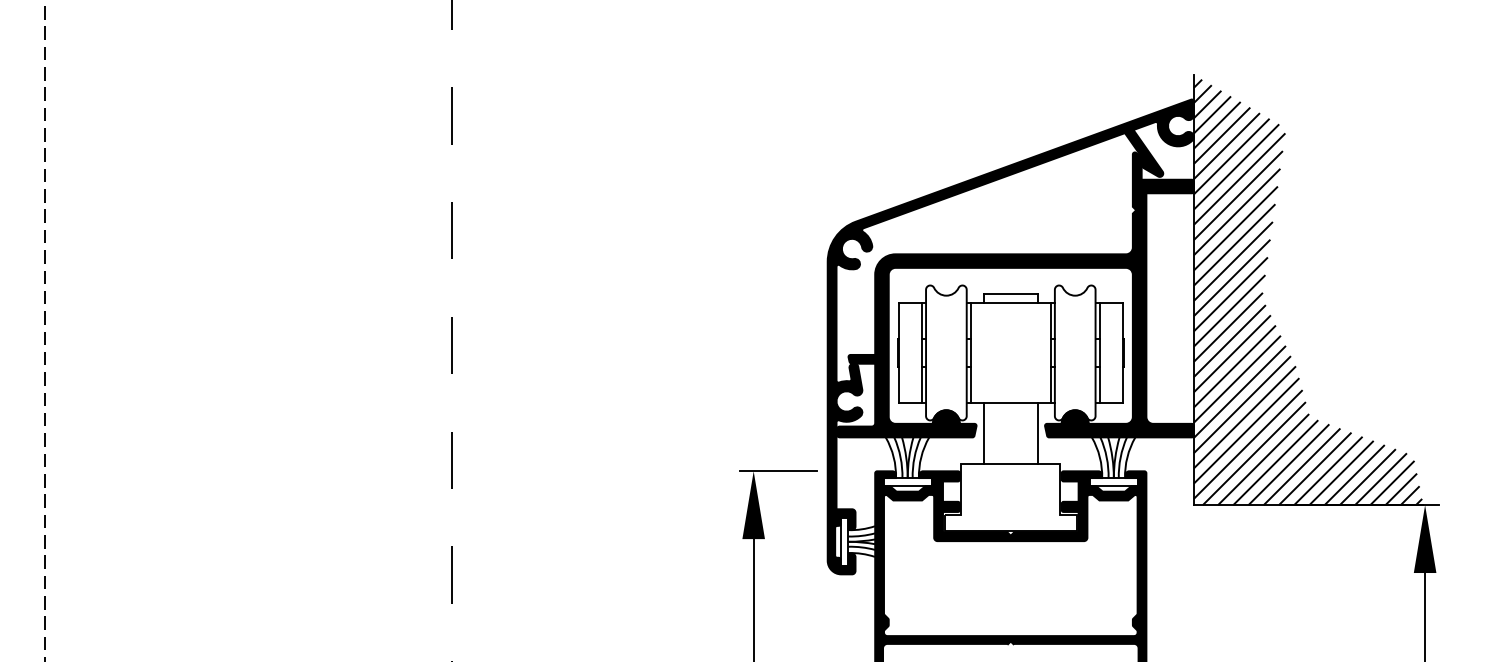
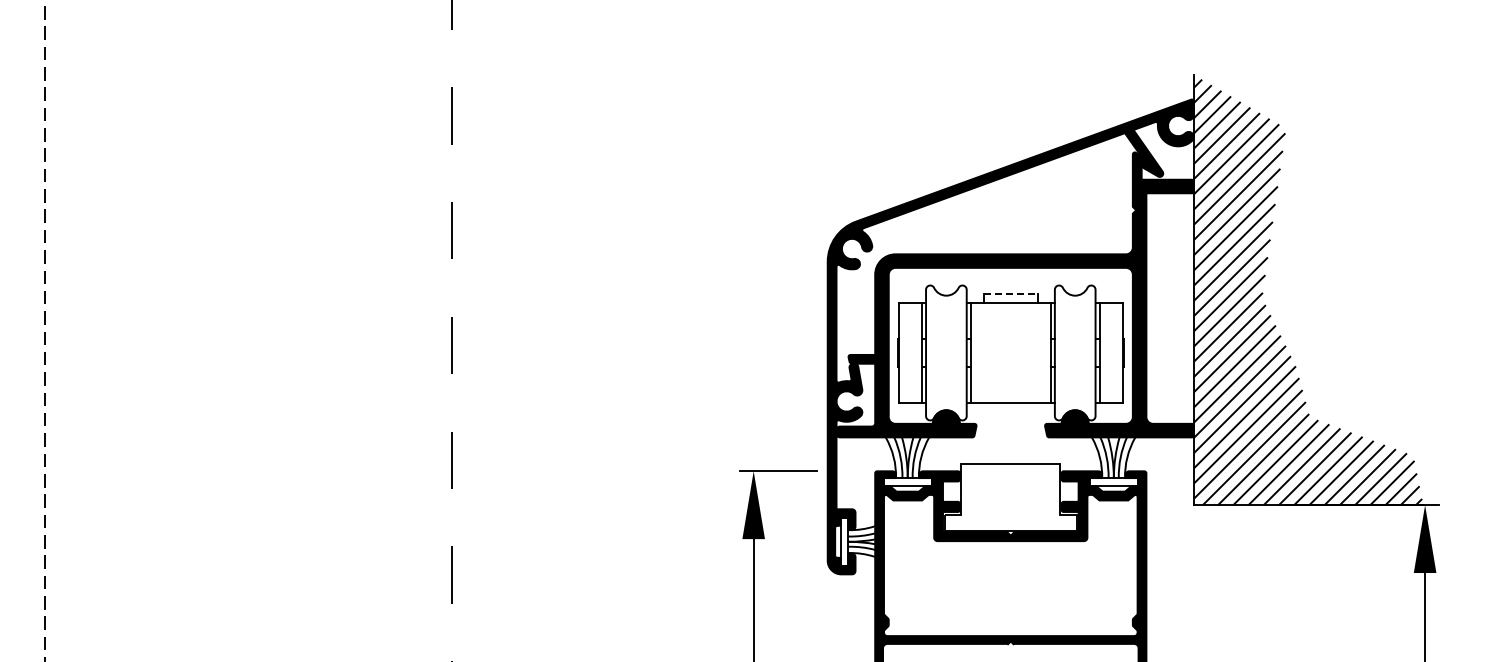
line at (1010, 293): solid -> dashed
line at (984, 433): present -> none
line at (1037, 433): present -> none
